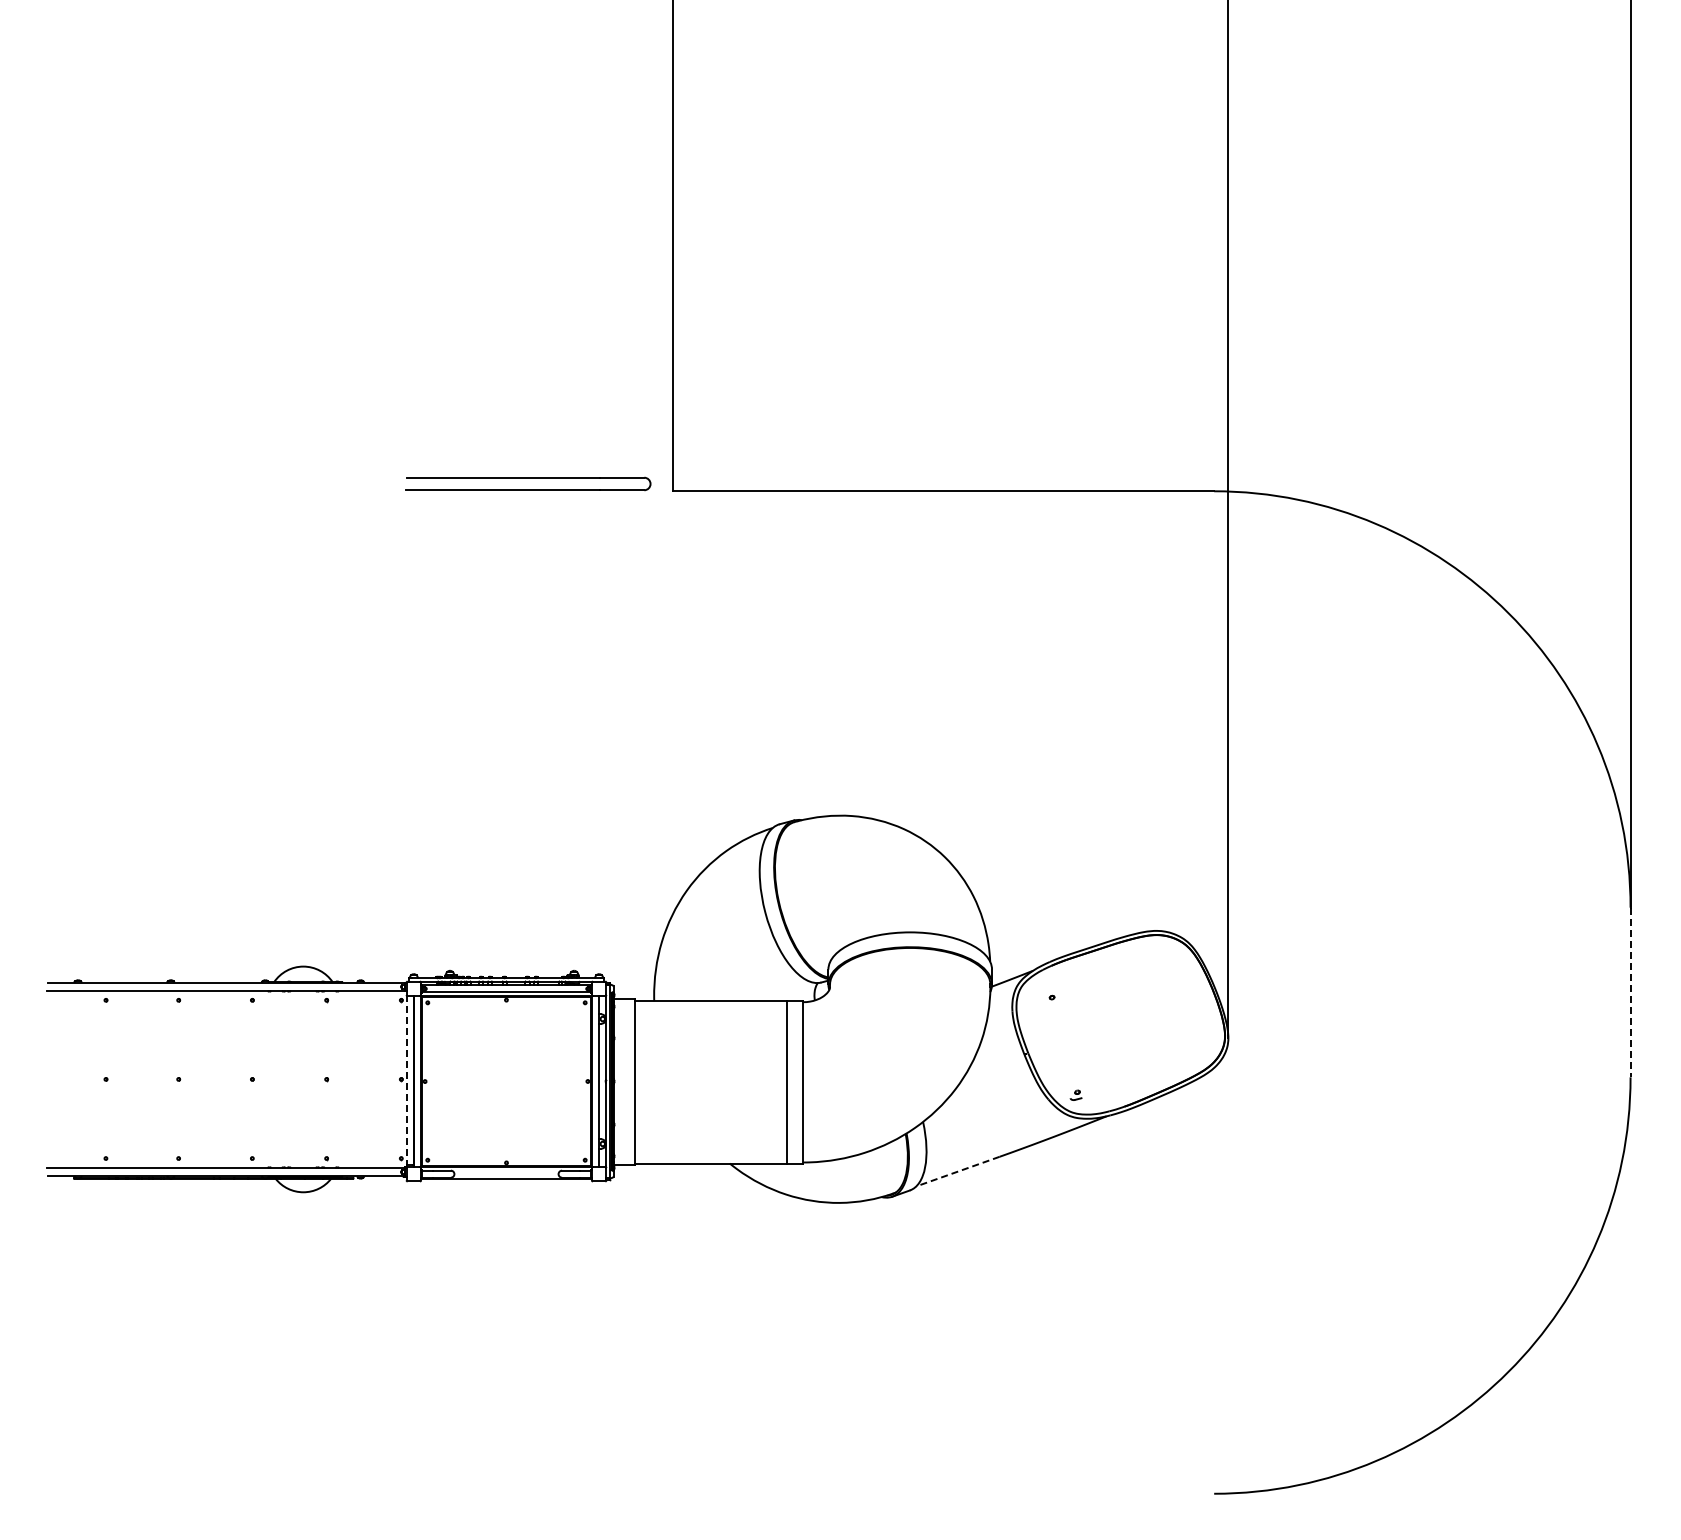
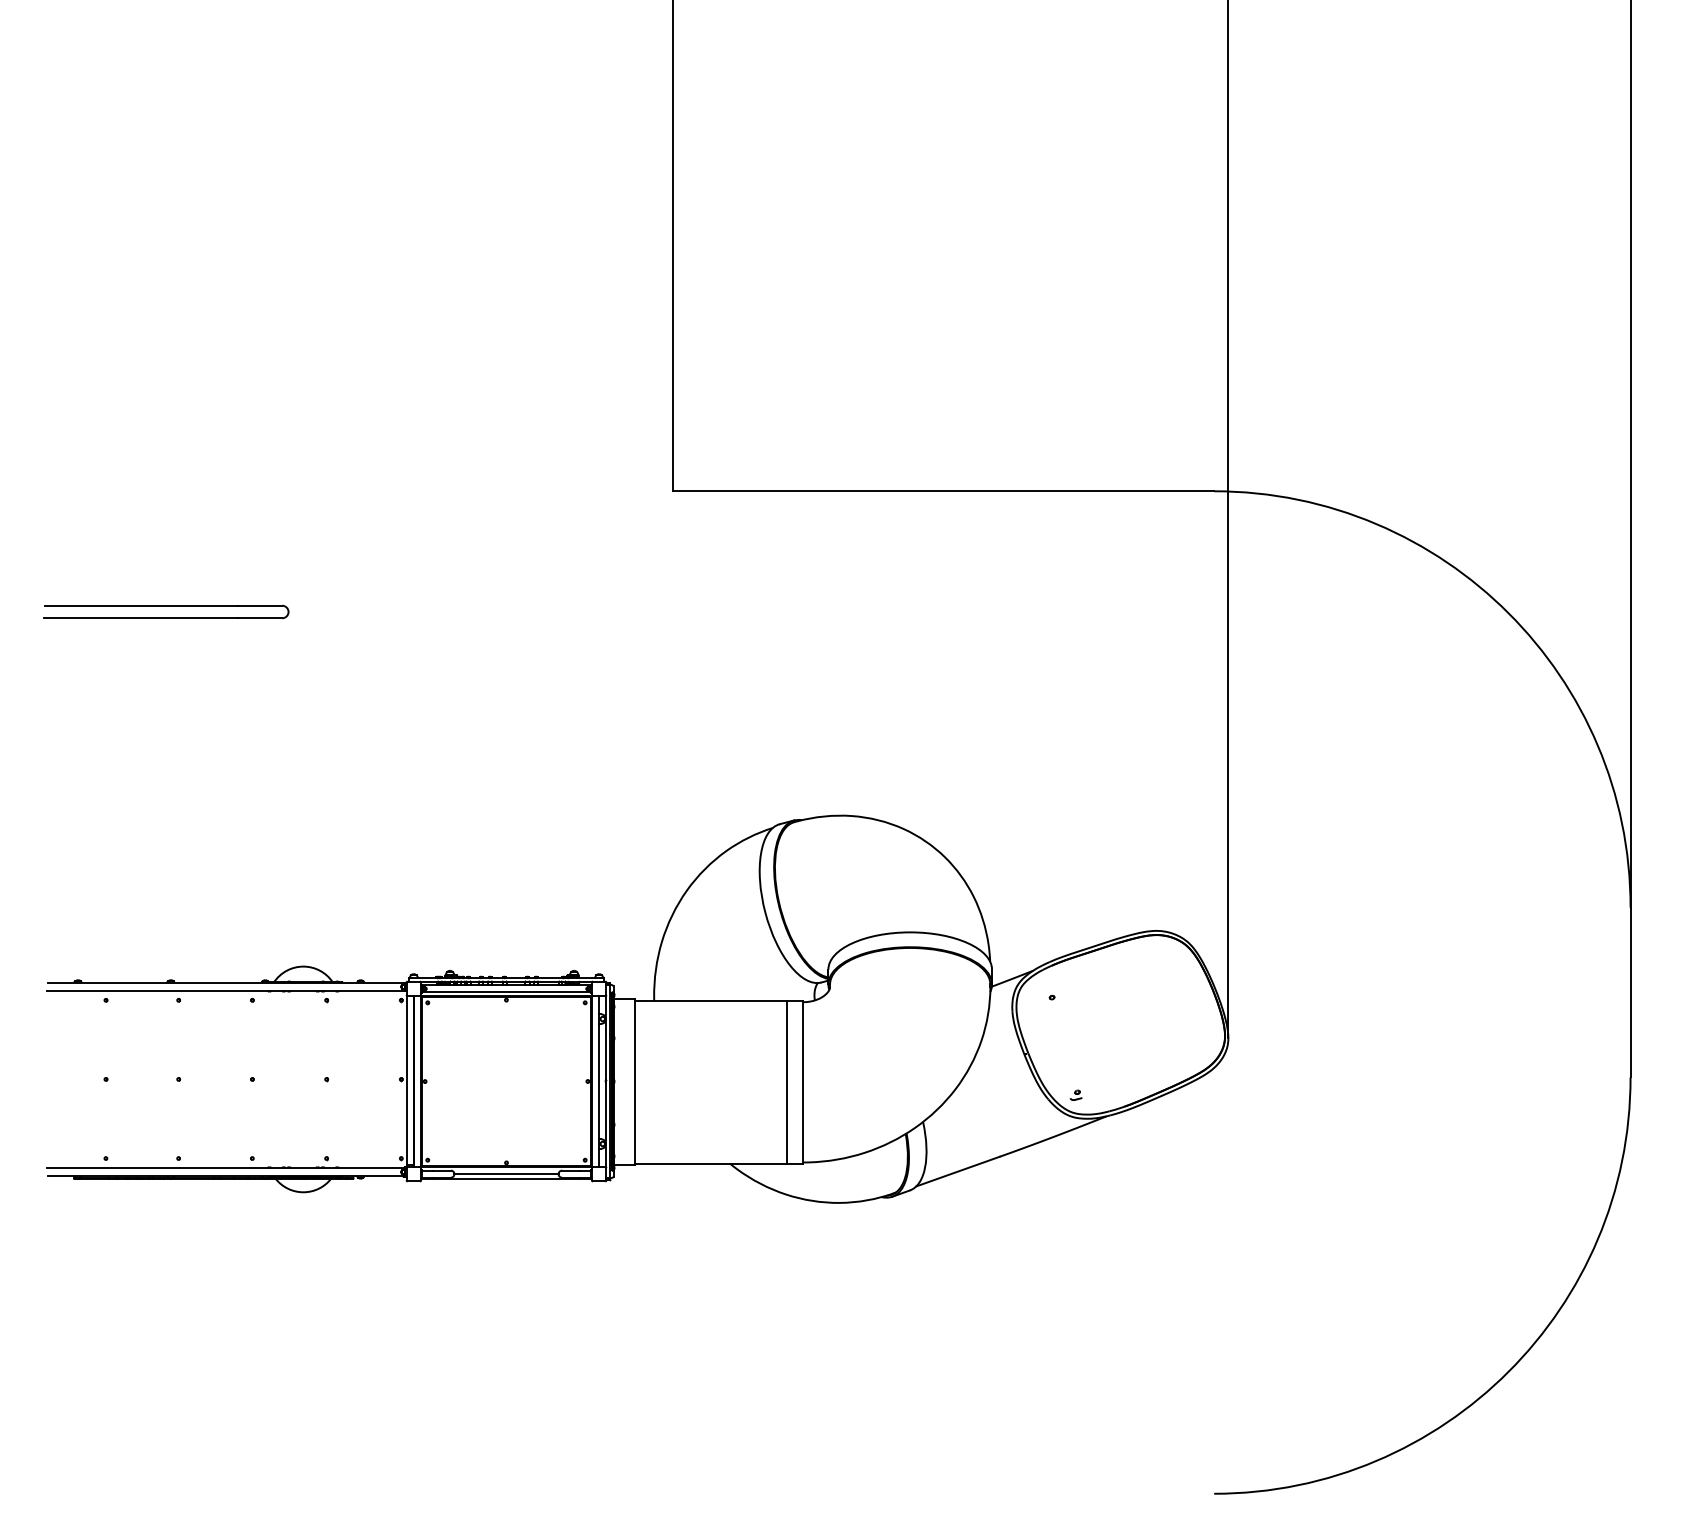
part at (528, 483) position: (528, 483) -> (166, 611)
line at (1630, 992): dashed -> solid
line at (406, 1081): dashed -> solid
line at (957, 1171): dashed -> solid
line at (506, 1174): none -> present
